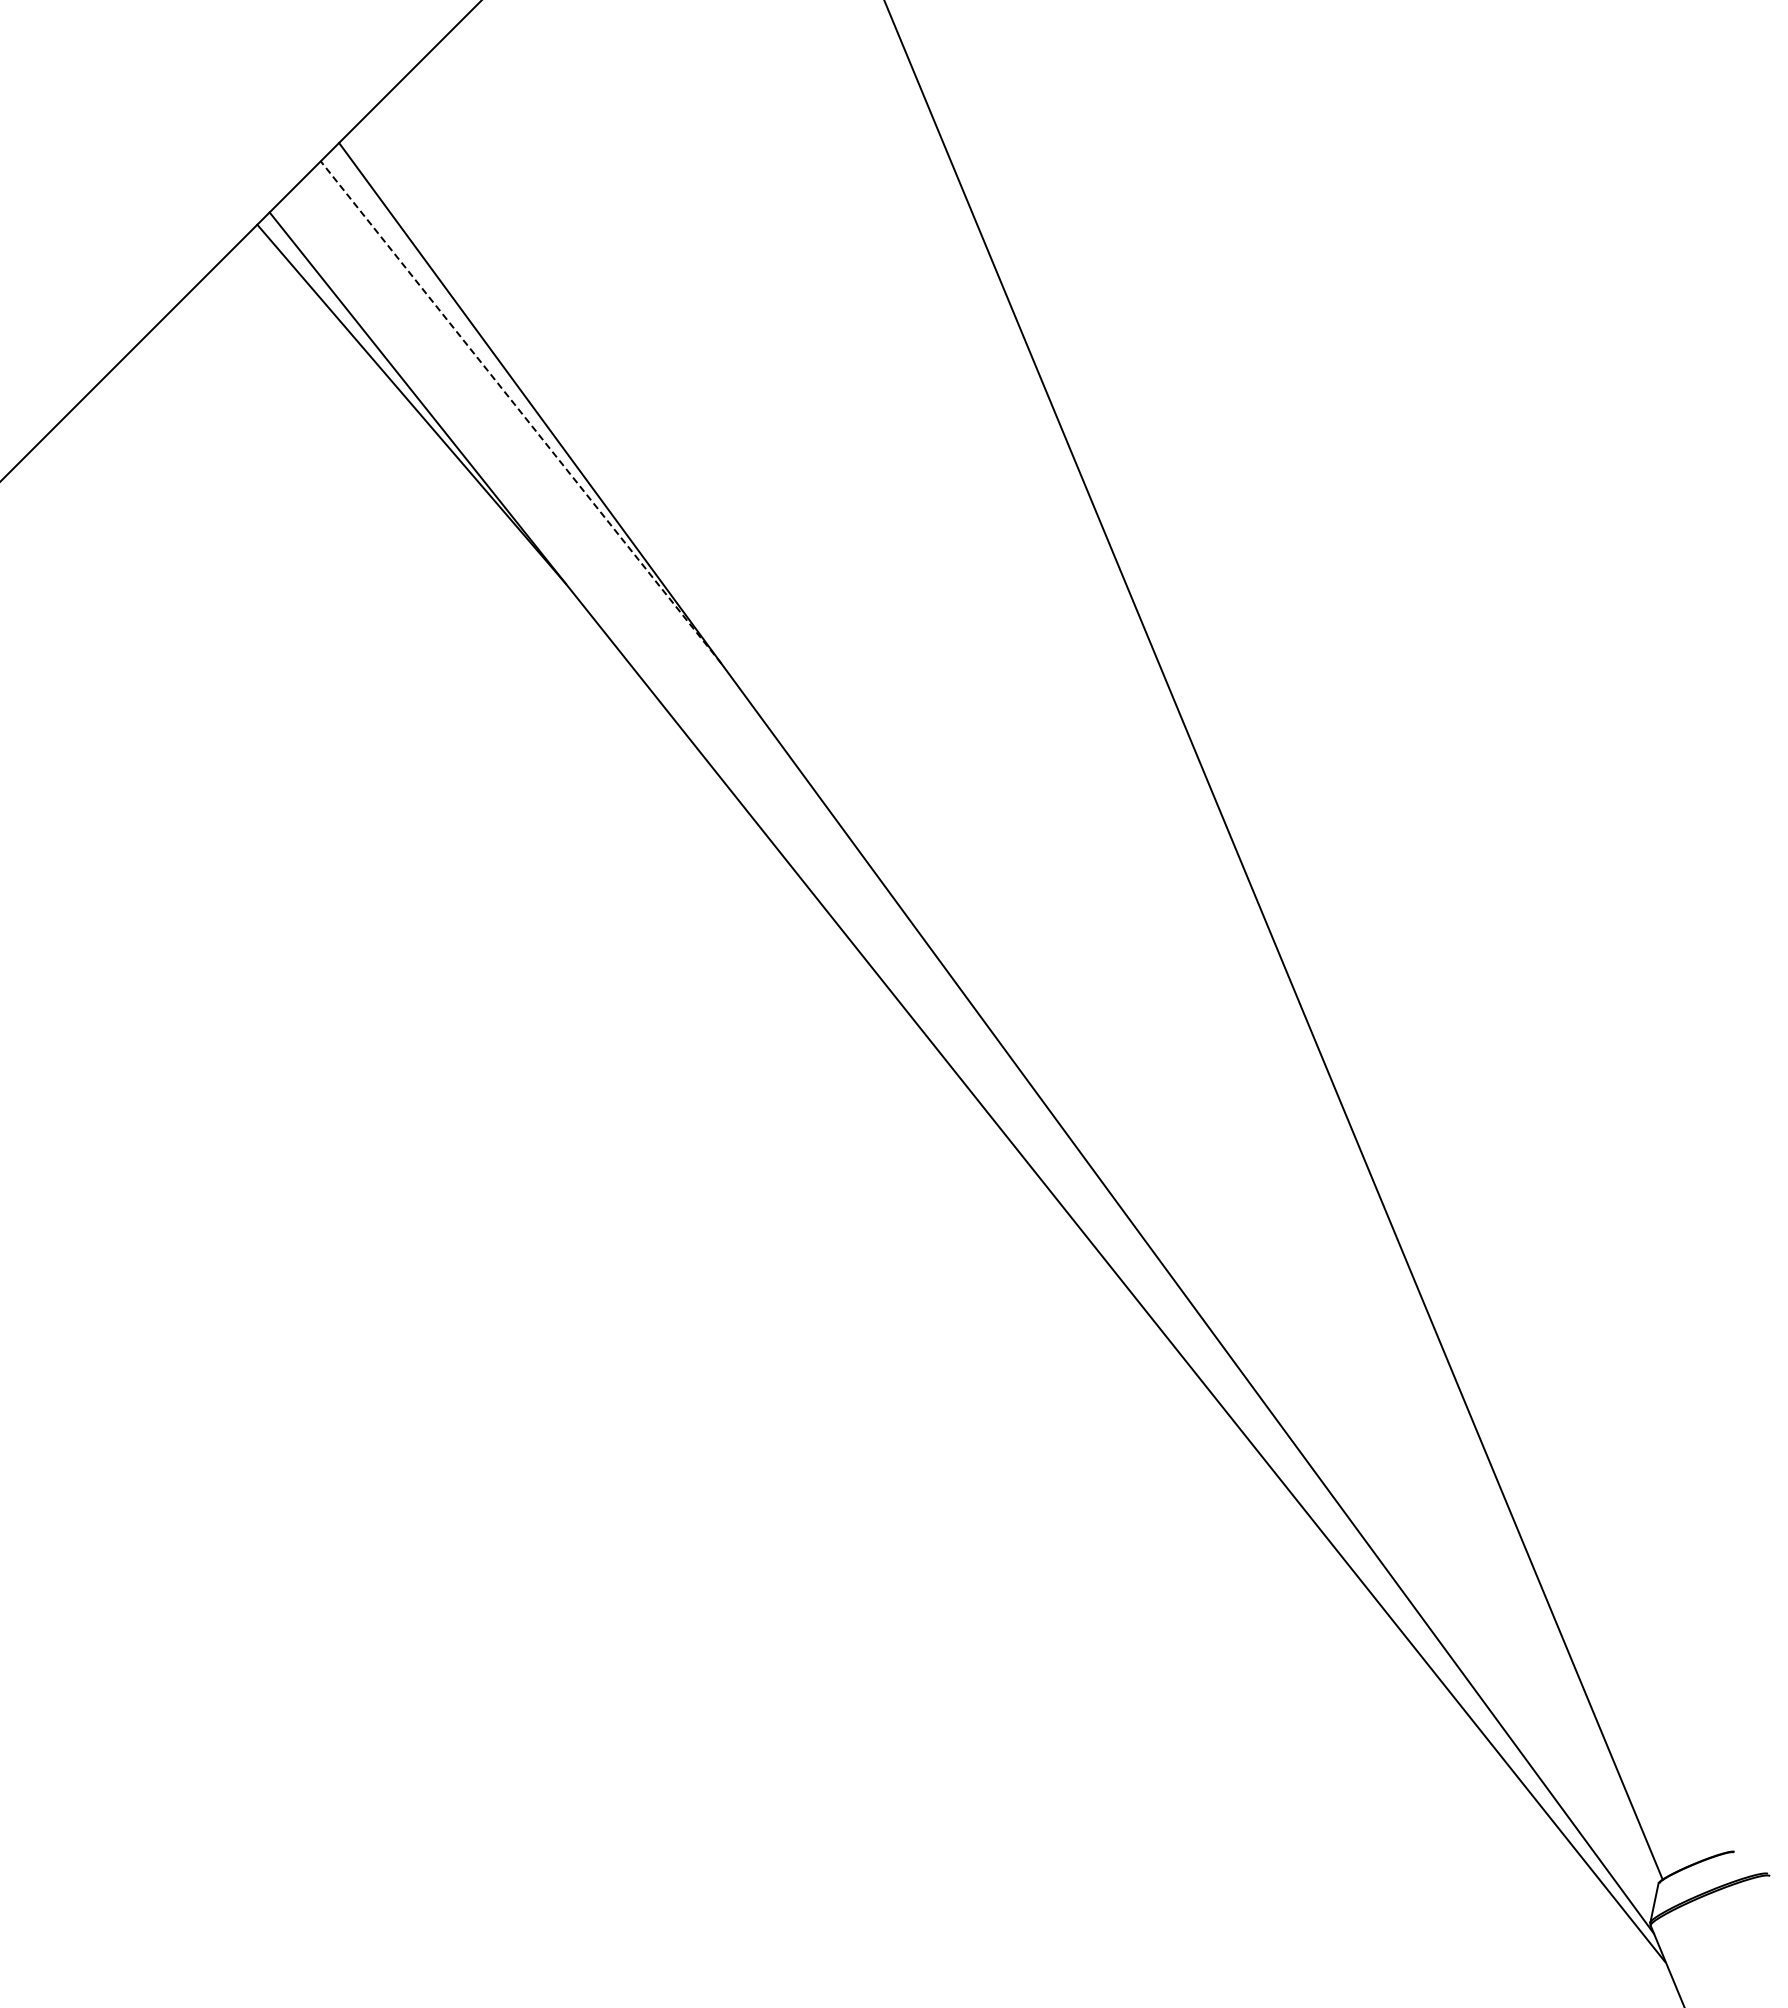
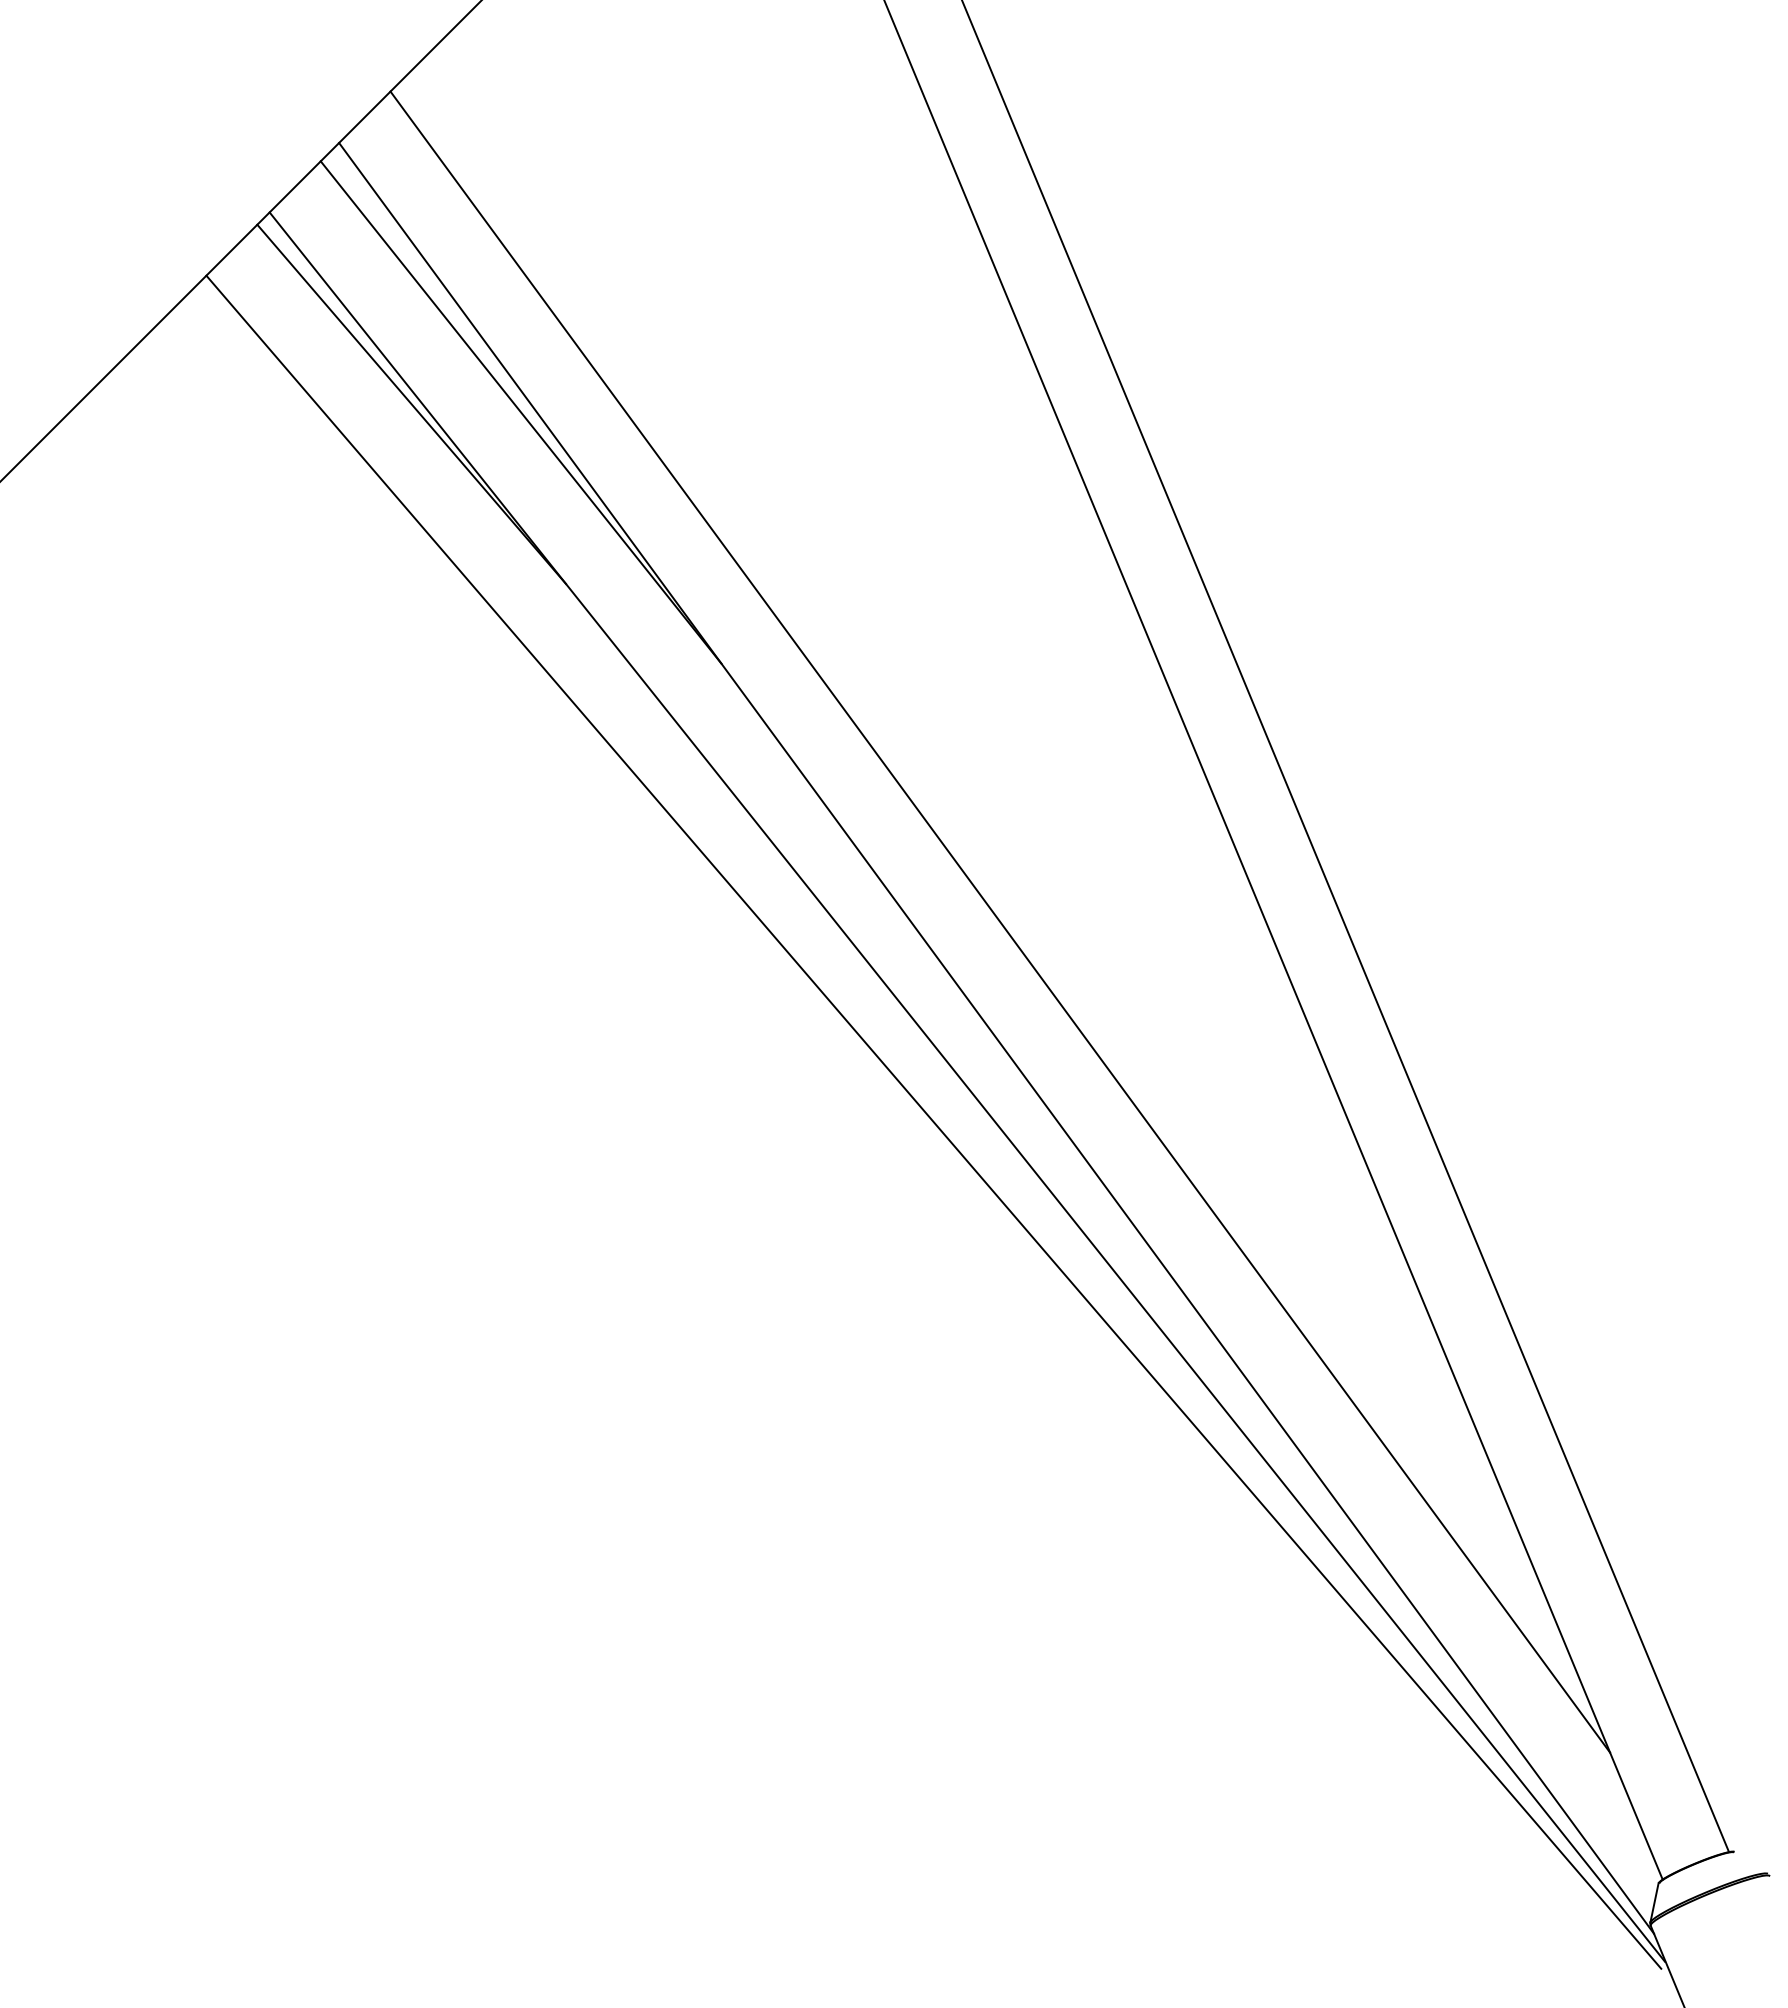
line at (520, 412): dashed -> solid
line at (1000, 921): none -> present
line at (1345, 927): none -> present
line at (933, 1121): none -> present
